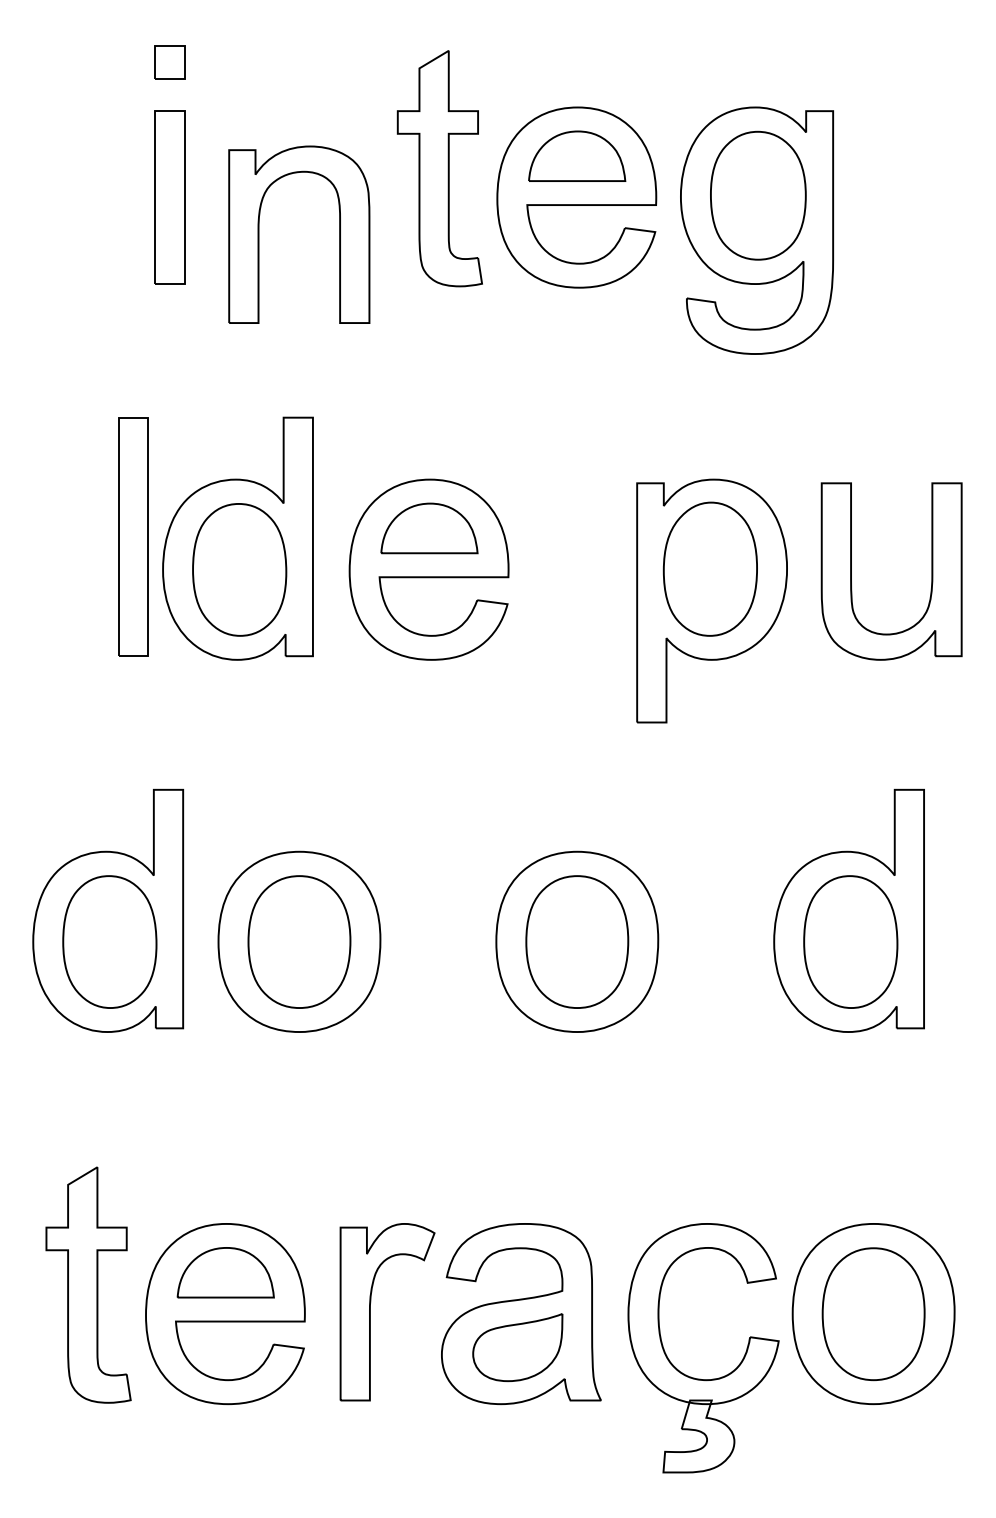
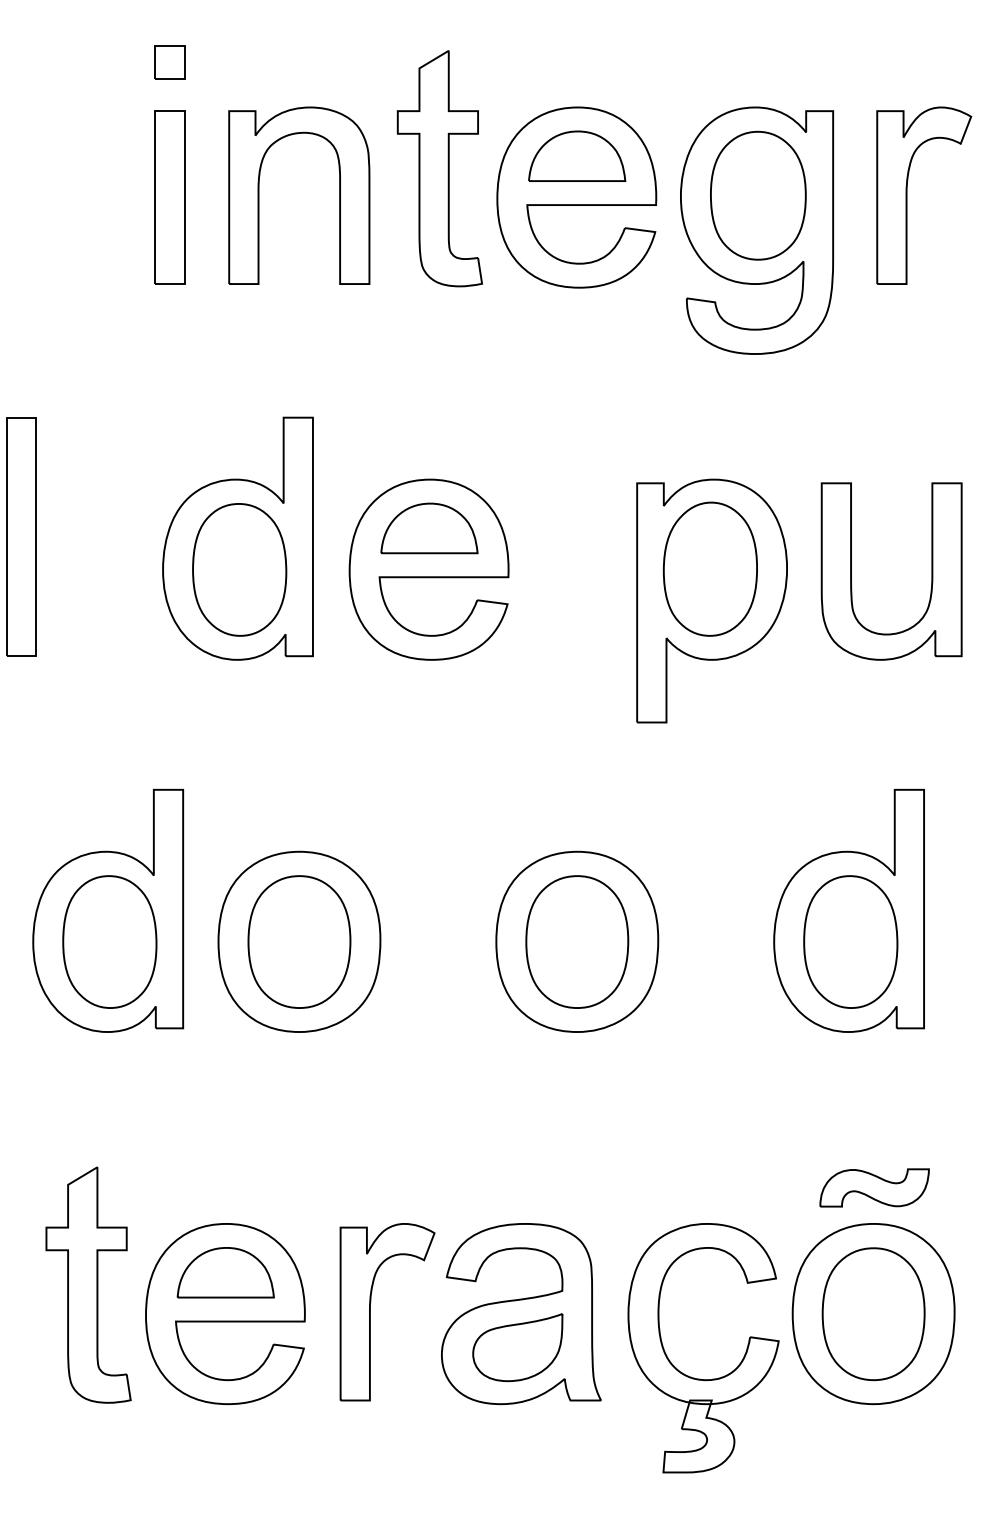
part at (907, 195): none -> present
part at (259, 234) position: (259, 234) -> (259, 195)
part at (133, 536) position: (133, 536) -> (21, 536)
part at (874, 1187): none -> present
